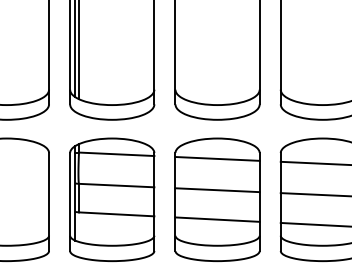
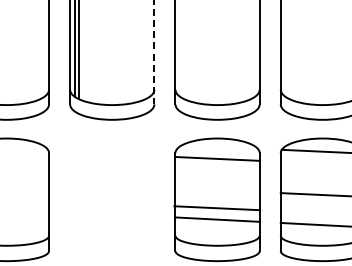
line at (154, 52): solid -> dashed
line at (314, 162) position: (314, 162) -> (314, 150)
line at (217, 190) position: (217, 190) -> (216, 208)
part at (112, 199): present -> none
